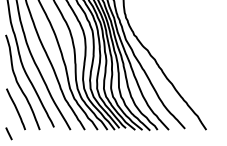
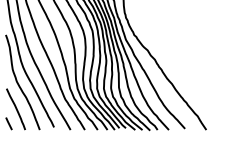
line at (8, 133) position: (8, 133) -> (8, 123)
